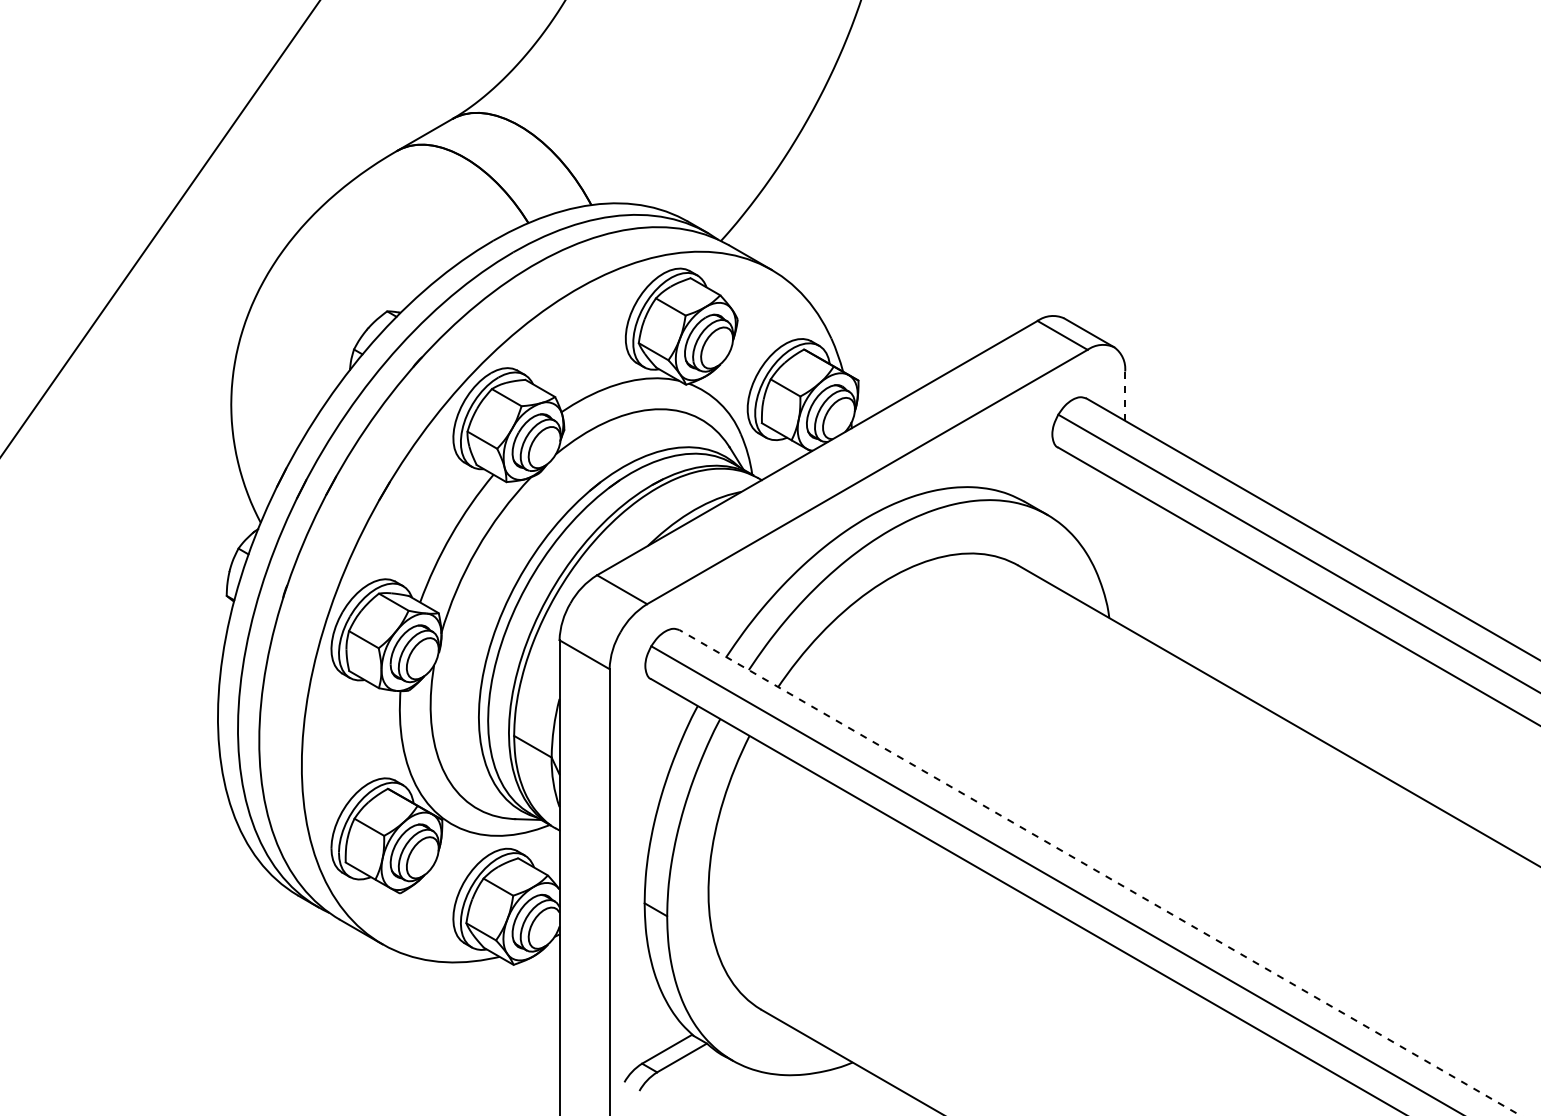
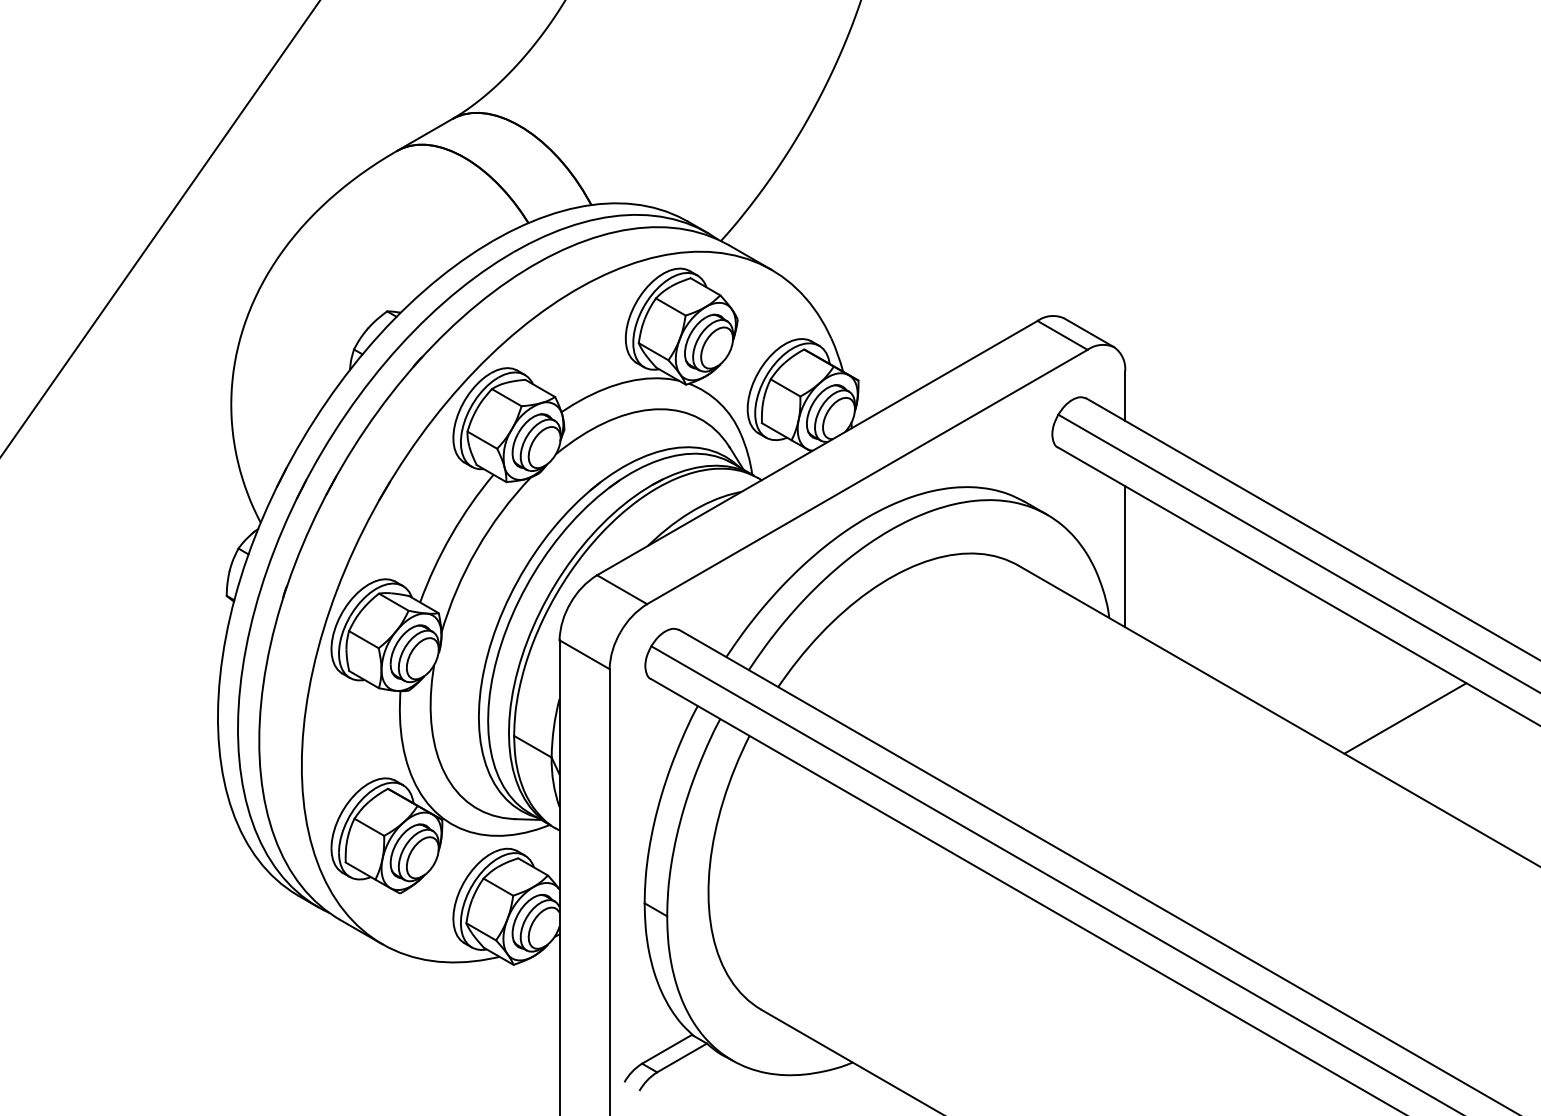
line at (1125, 396): dashed -> solid
line at (1125, 556): none -> present
line at (1405, 718): none -> present
line at (1100, 873): dashed -> solid
